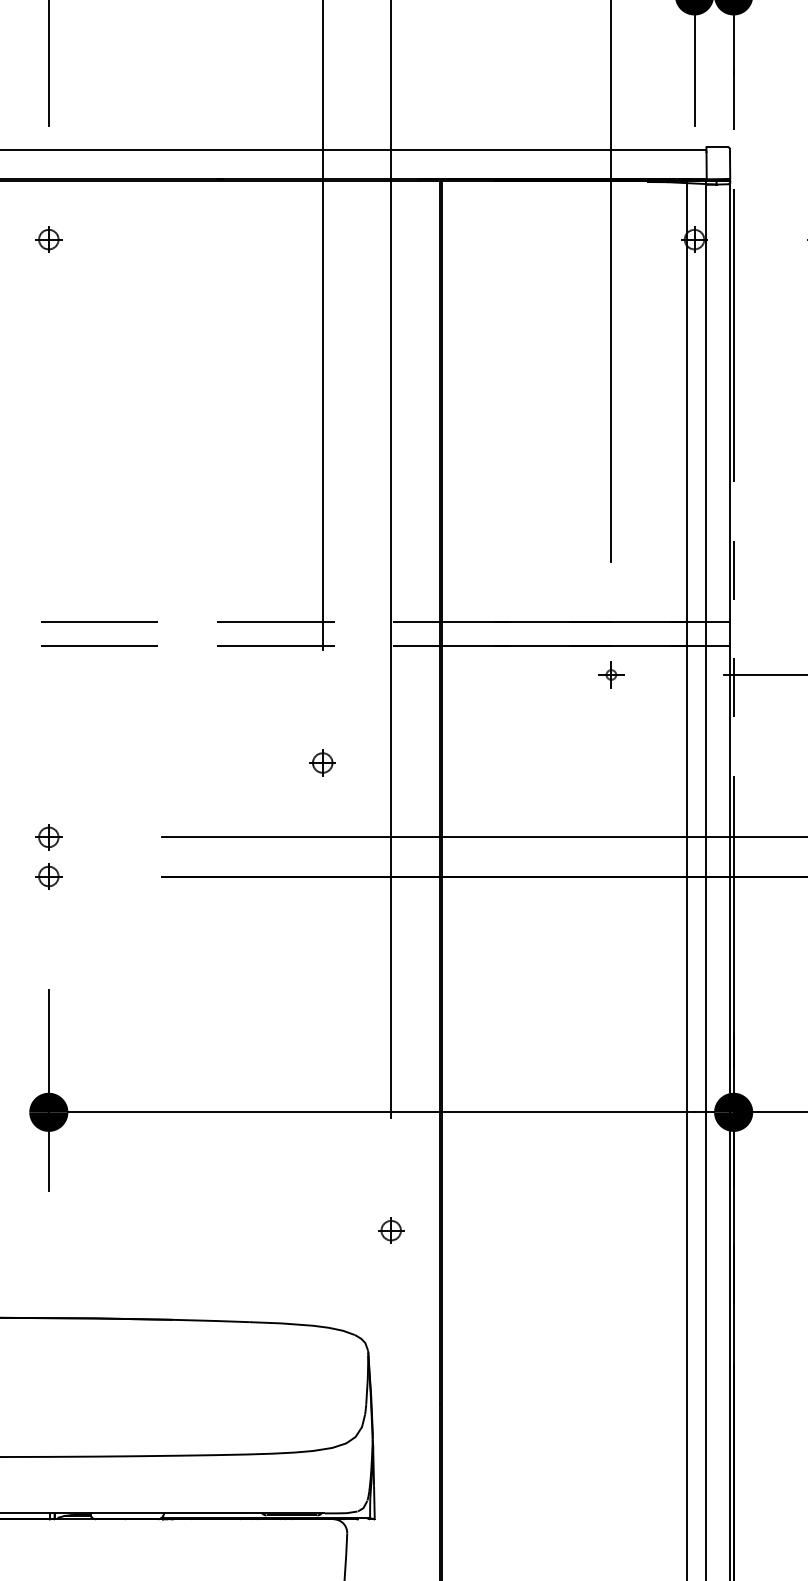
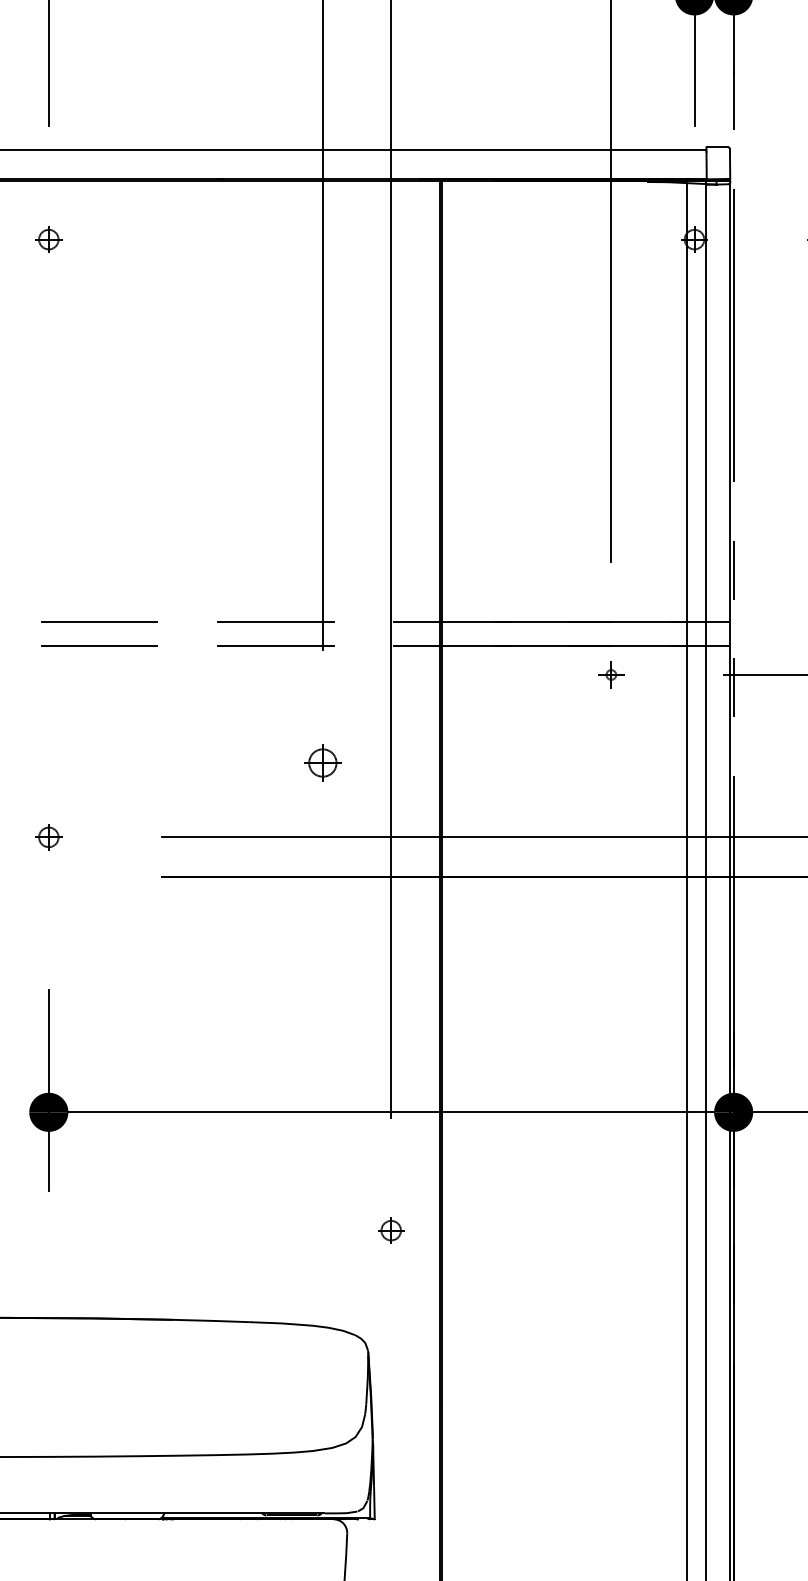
part at (322, 762) size: 27x28 px -> 38x38 px
part at (48, 876): present -> none
